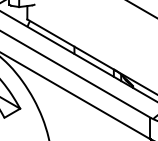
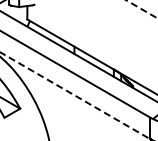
line at (141, 9): solid -> dashed
line at (75, 95): solid -> dashed
